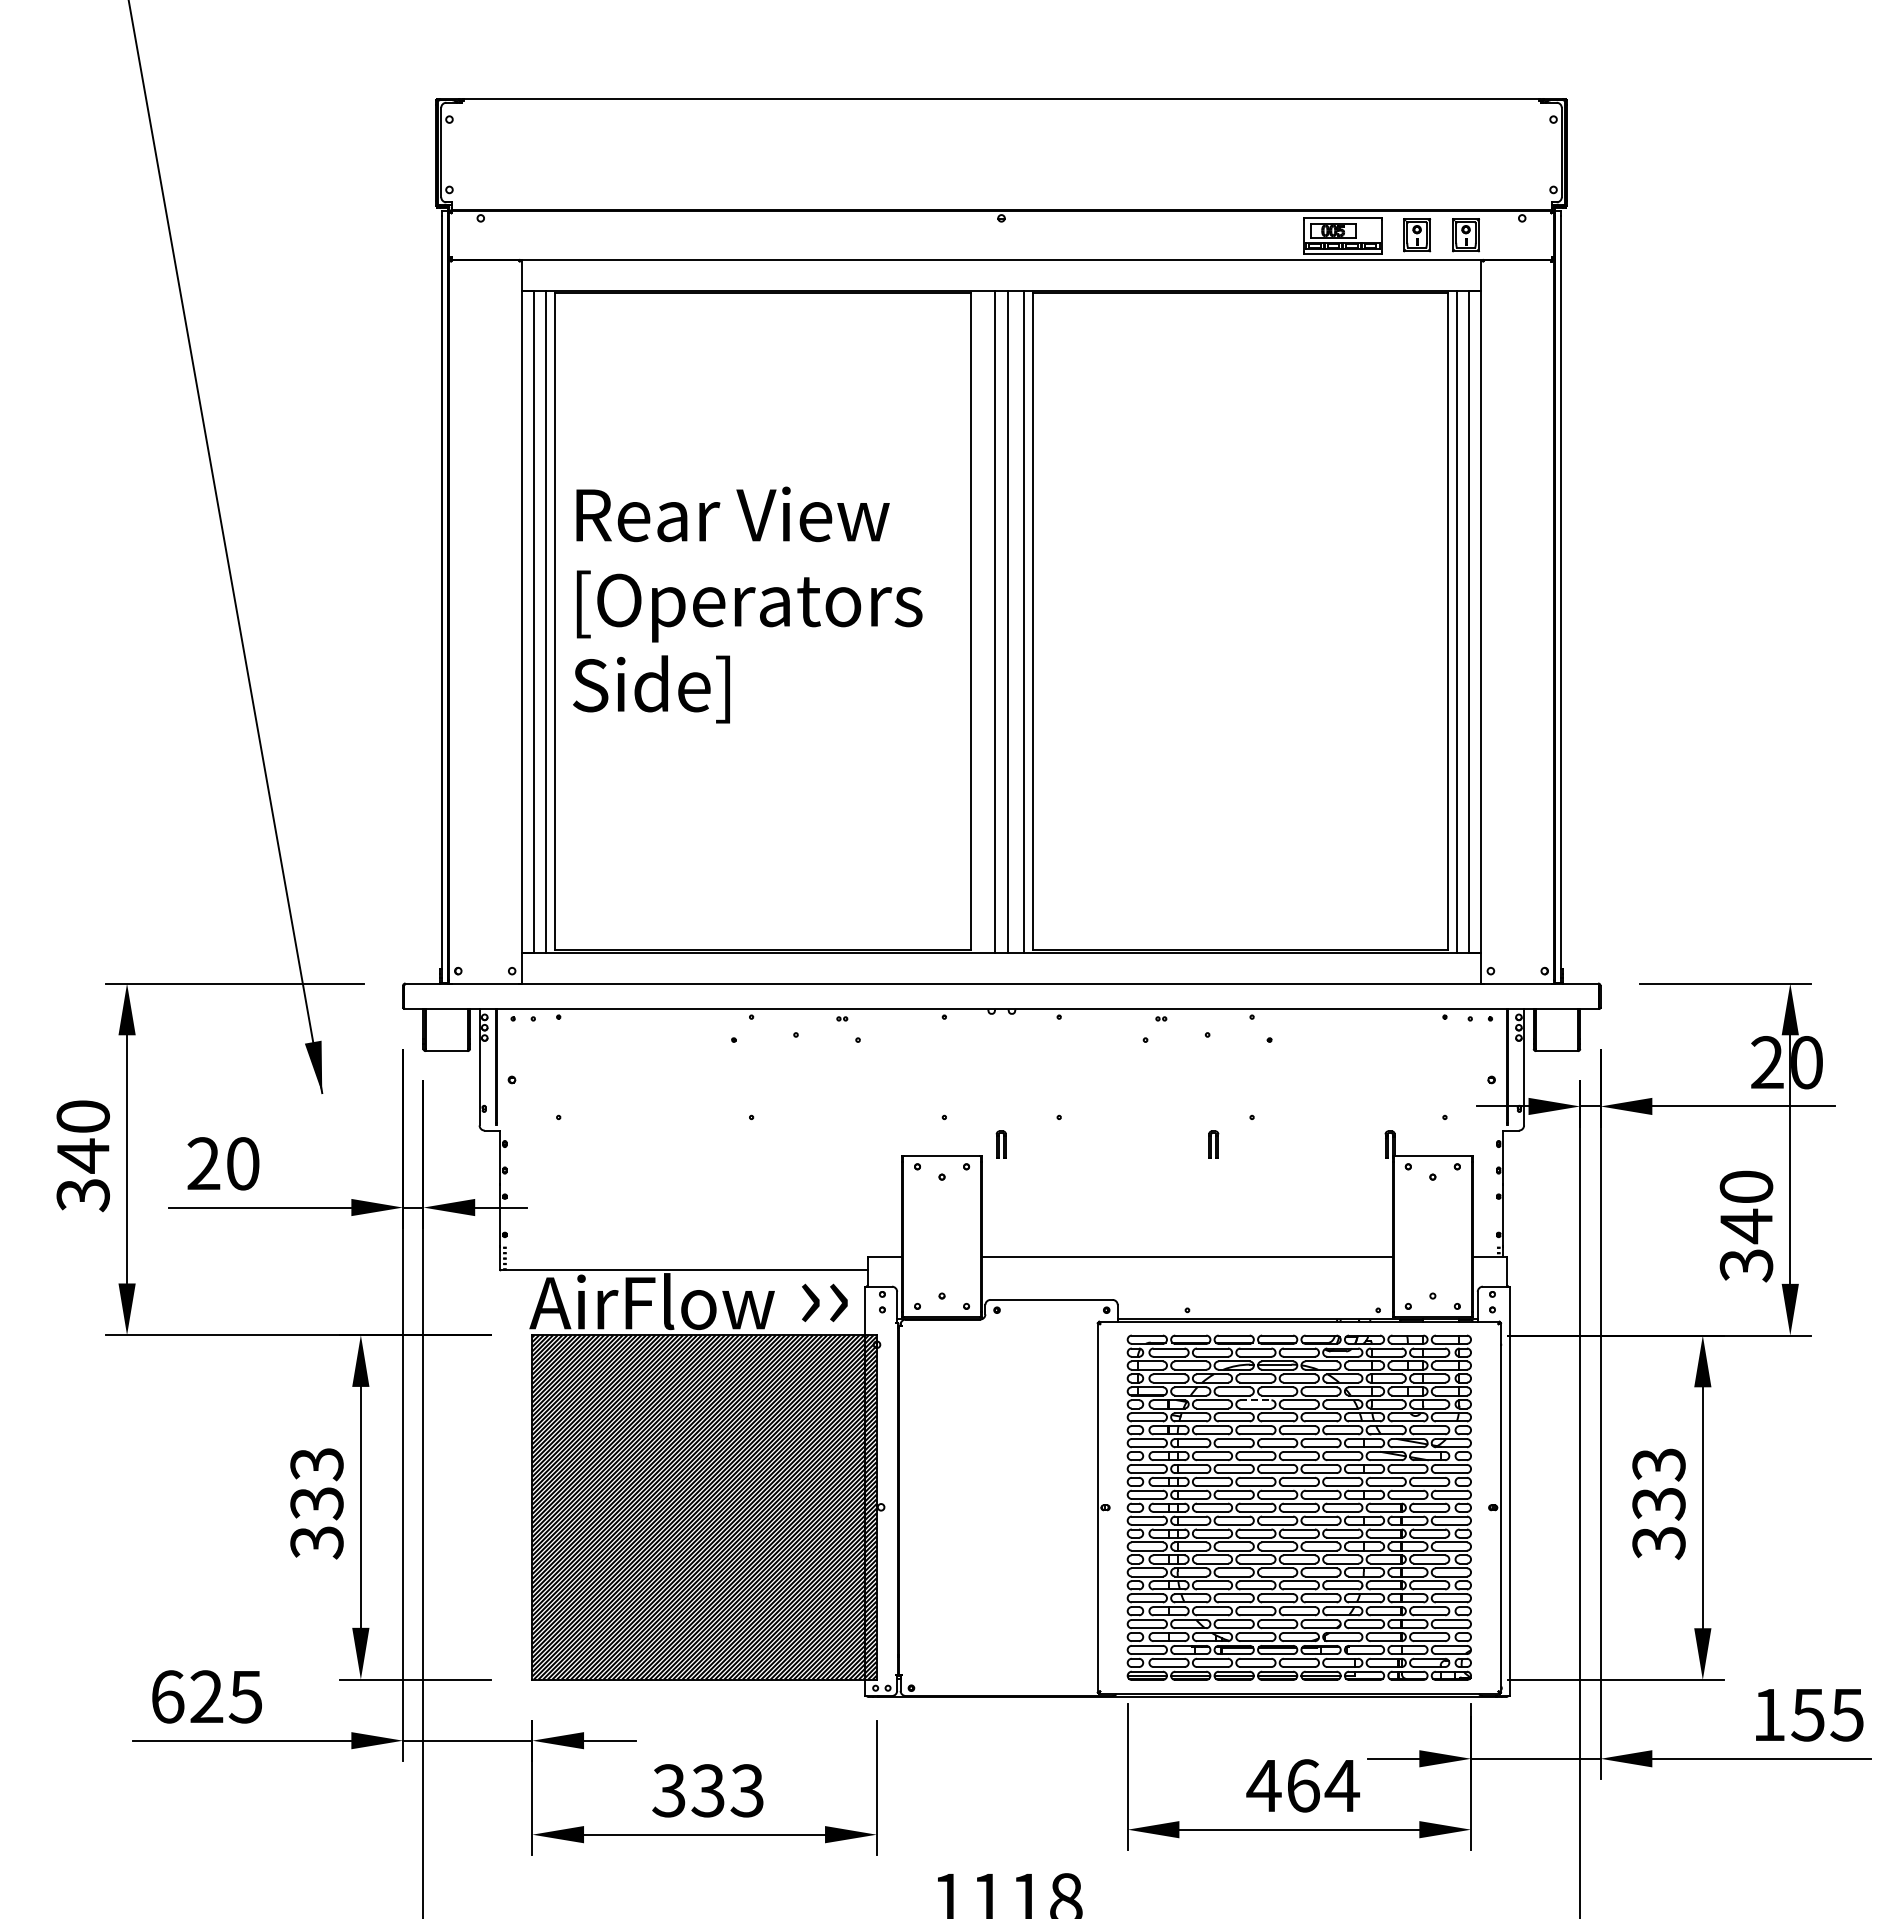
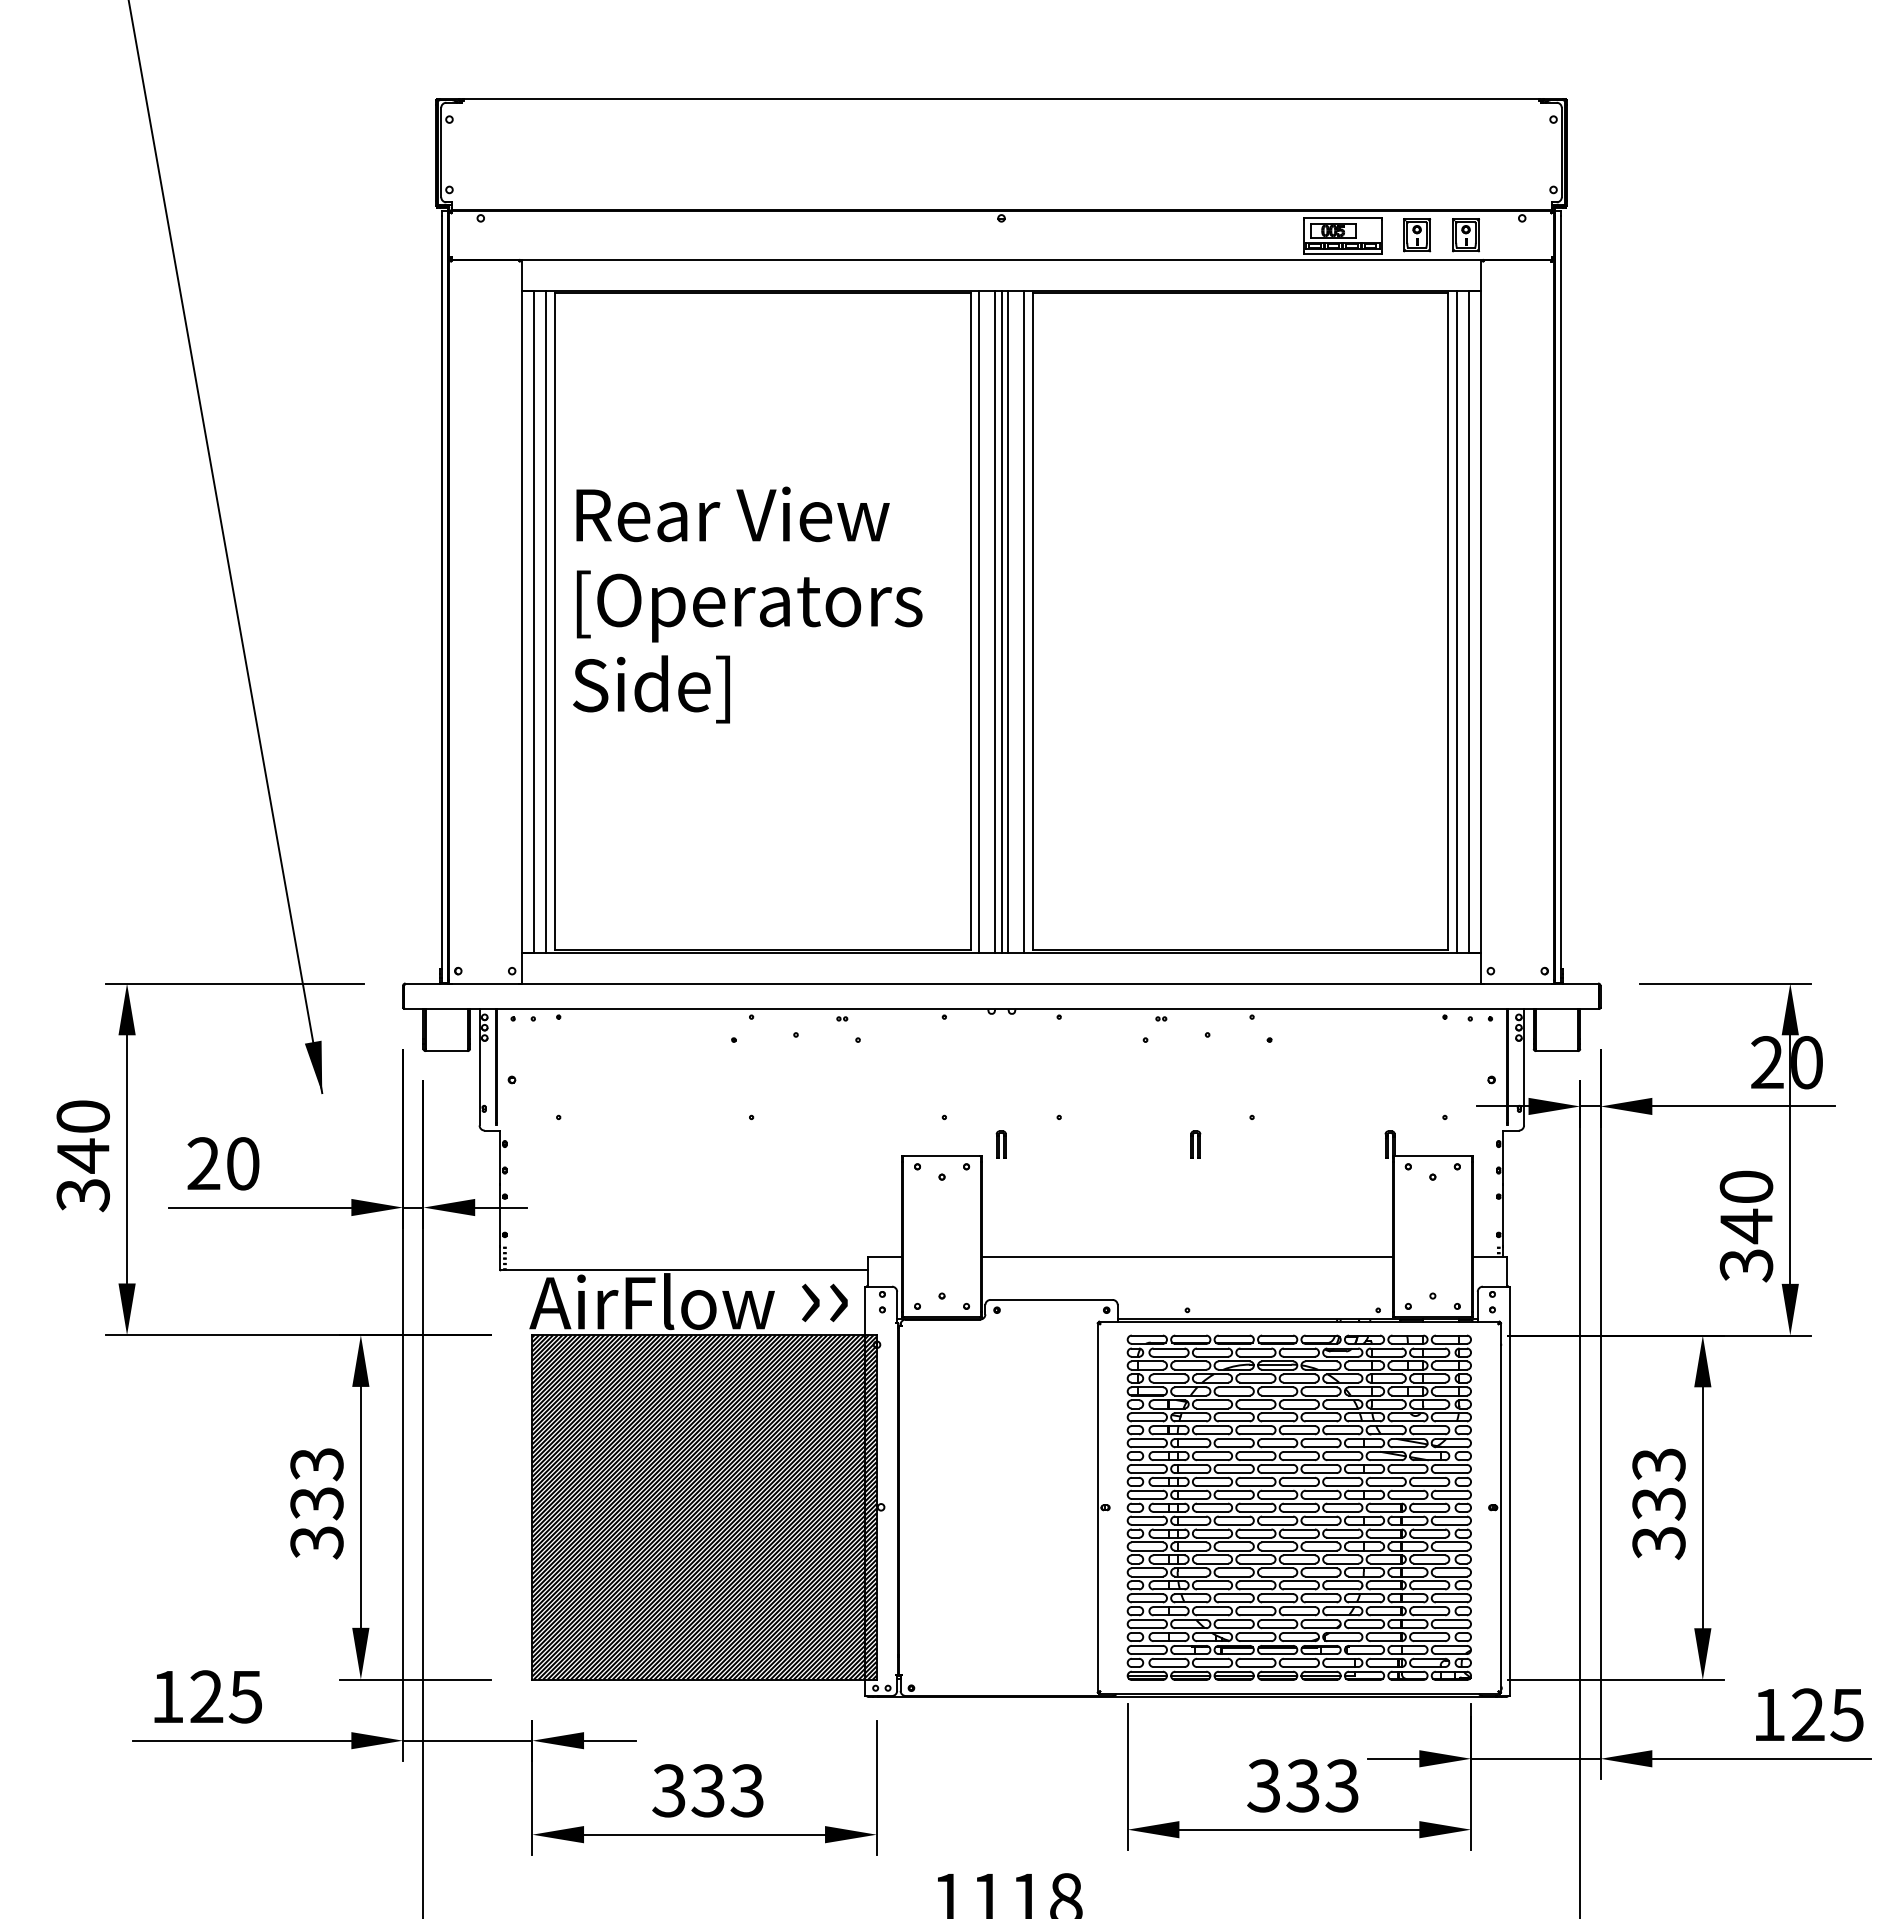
line at (979, 621): none -> present
line at (1001, 621): none -> present
part at (1213, 1144) position: (1213, 1144) -> (1195, 1144)
line at (1255, 1400): dashed -> solid
text at (168, 1696): 625 -> 125
text at (1807, 1714): 155 -> 125
text at (1303, 1785): 464 -> 333
